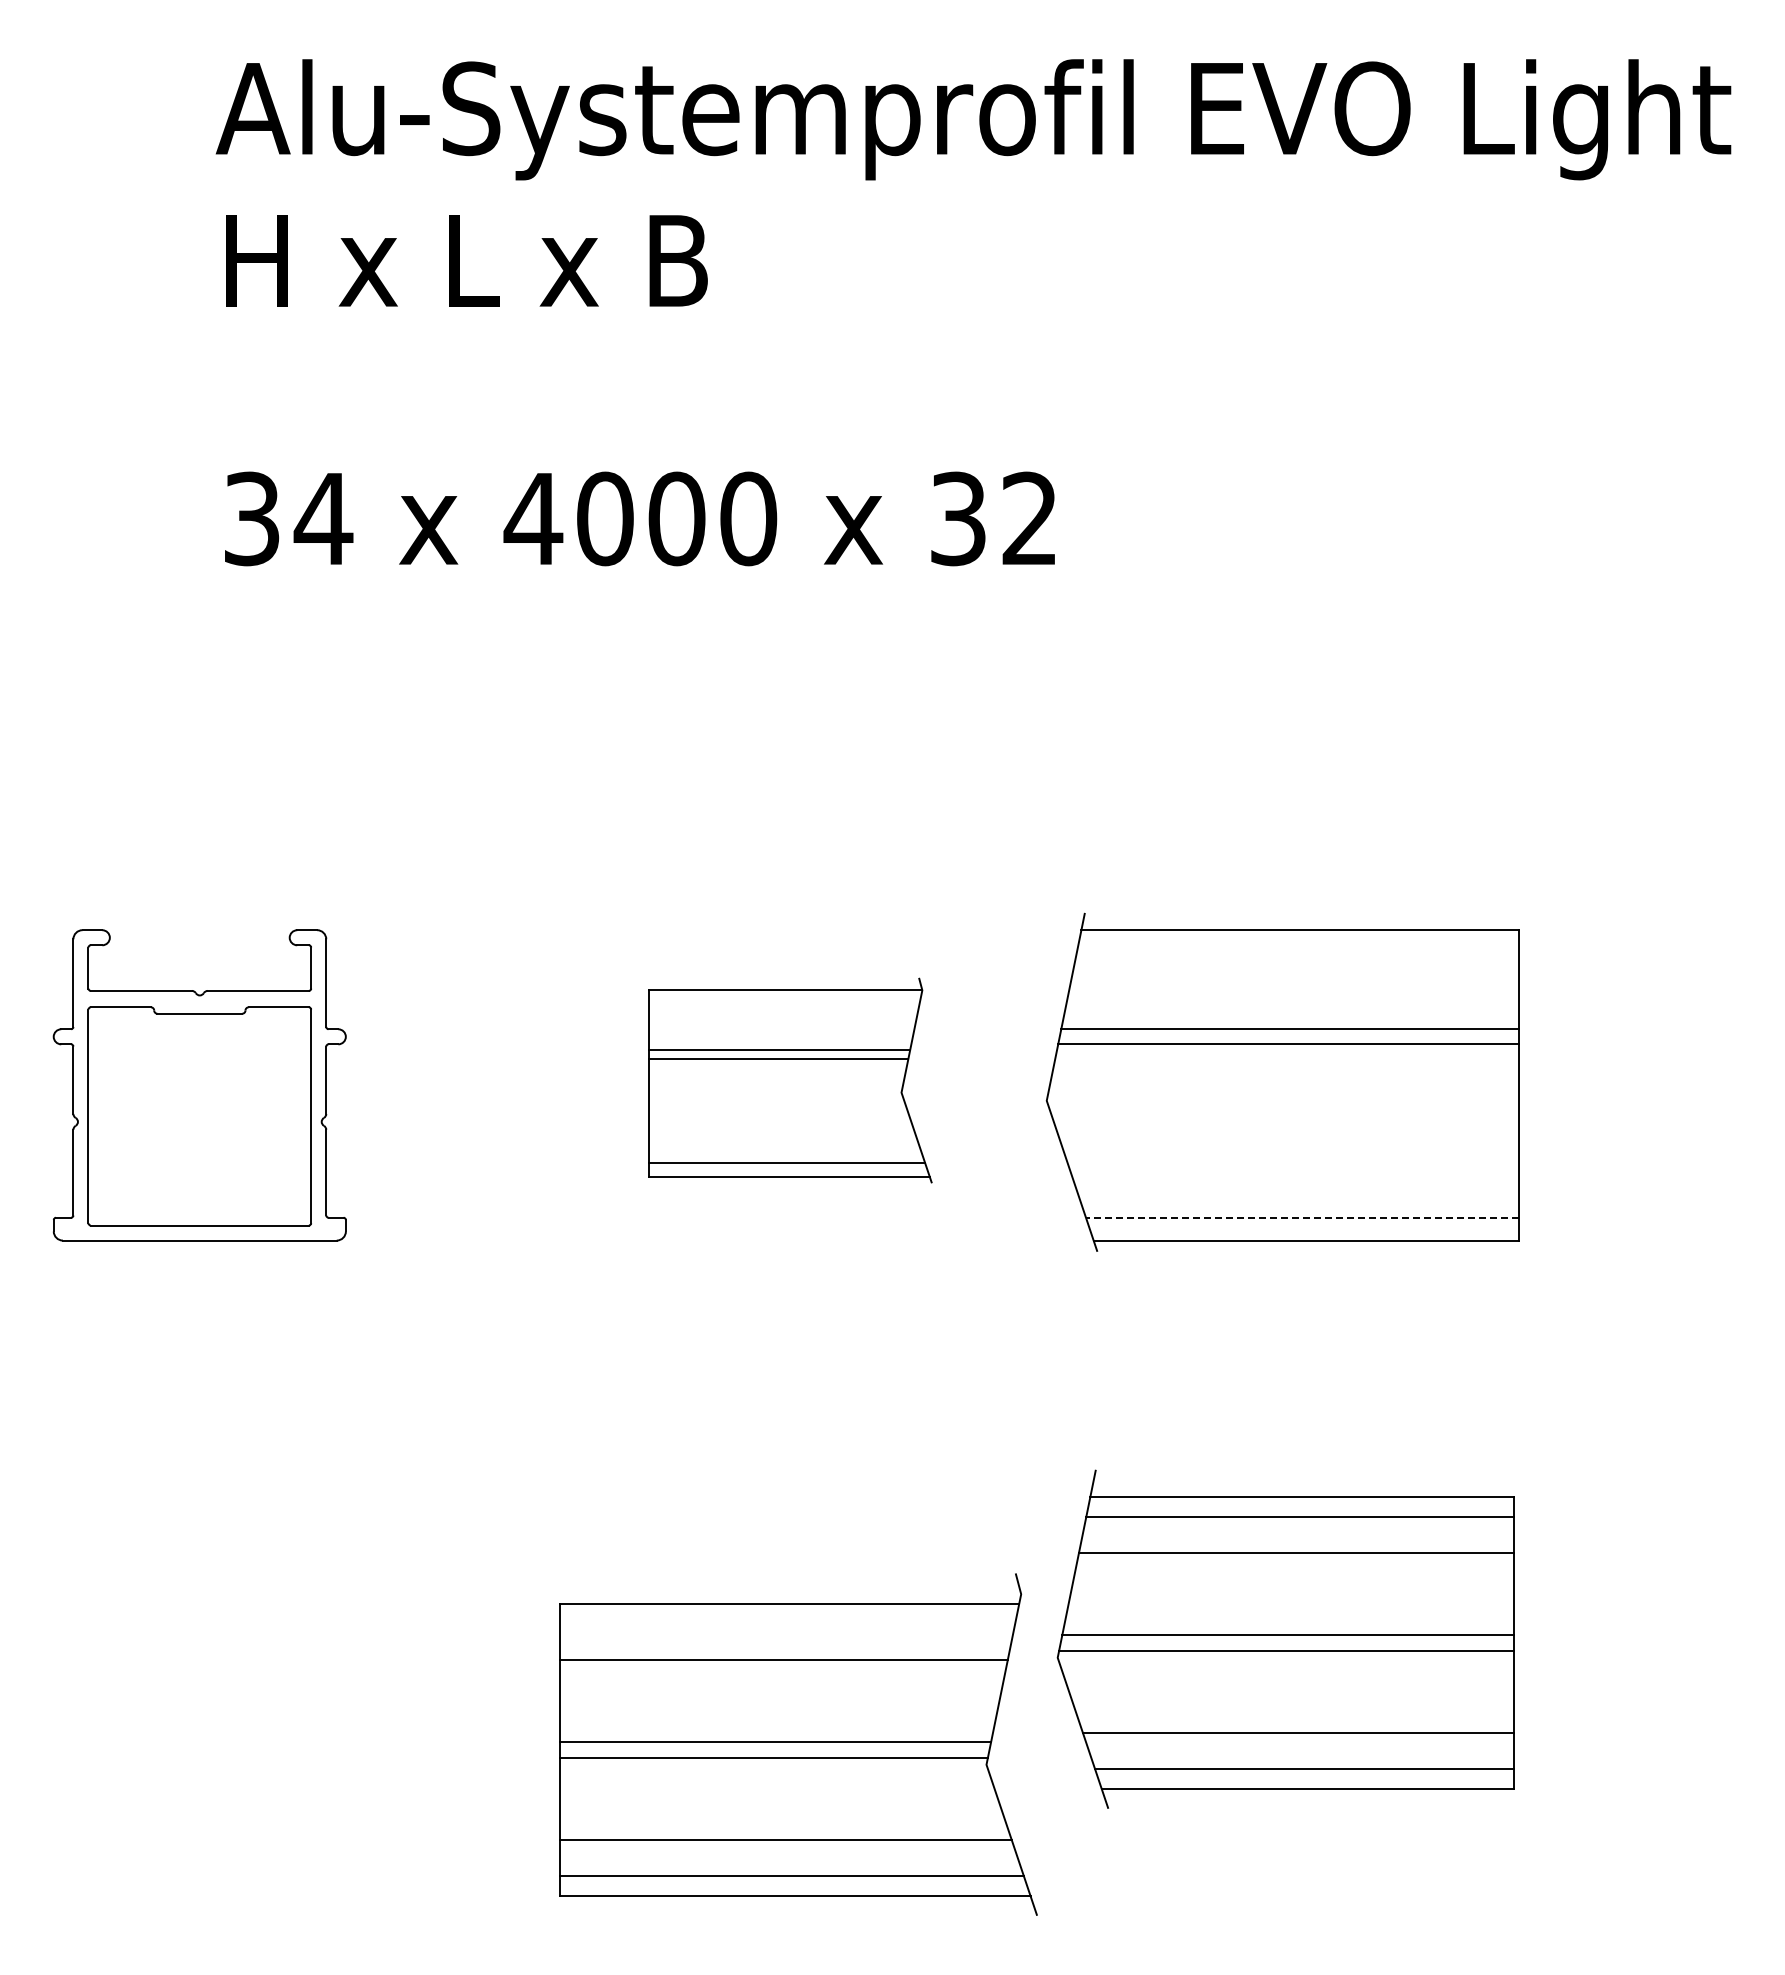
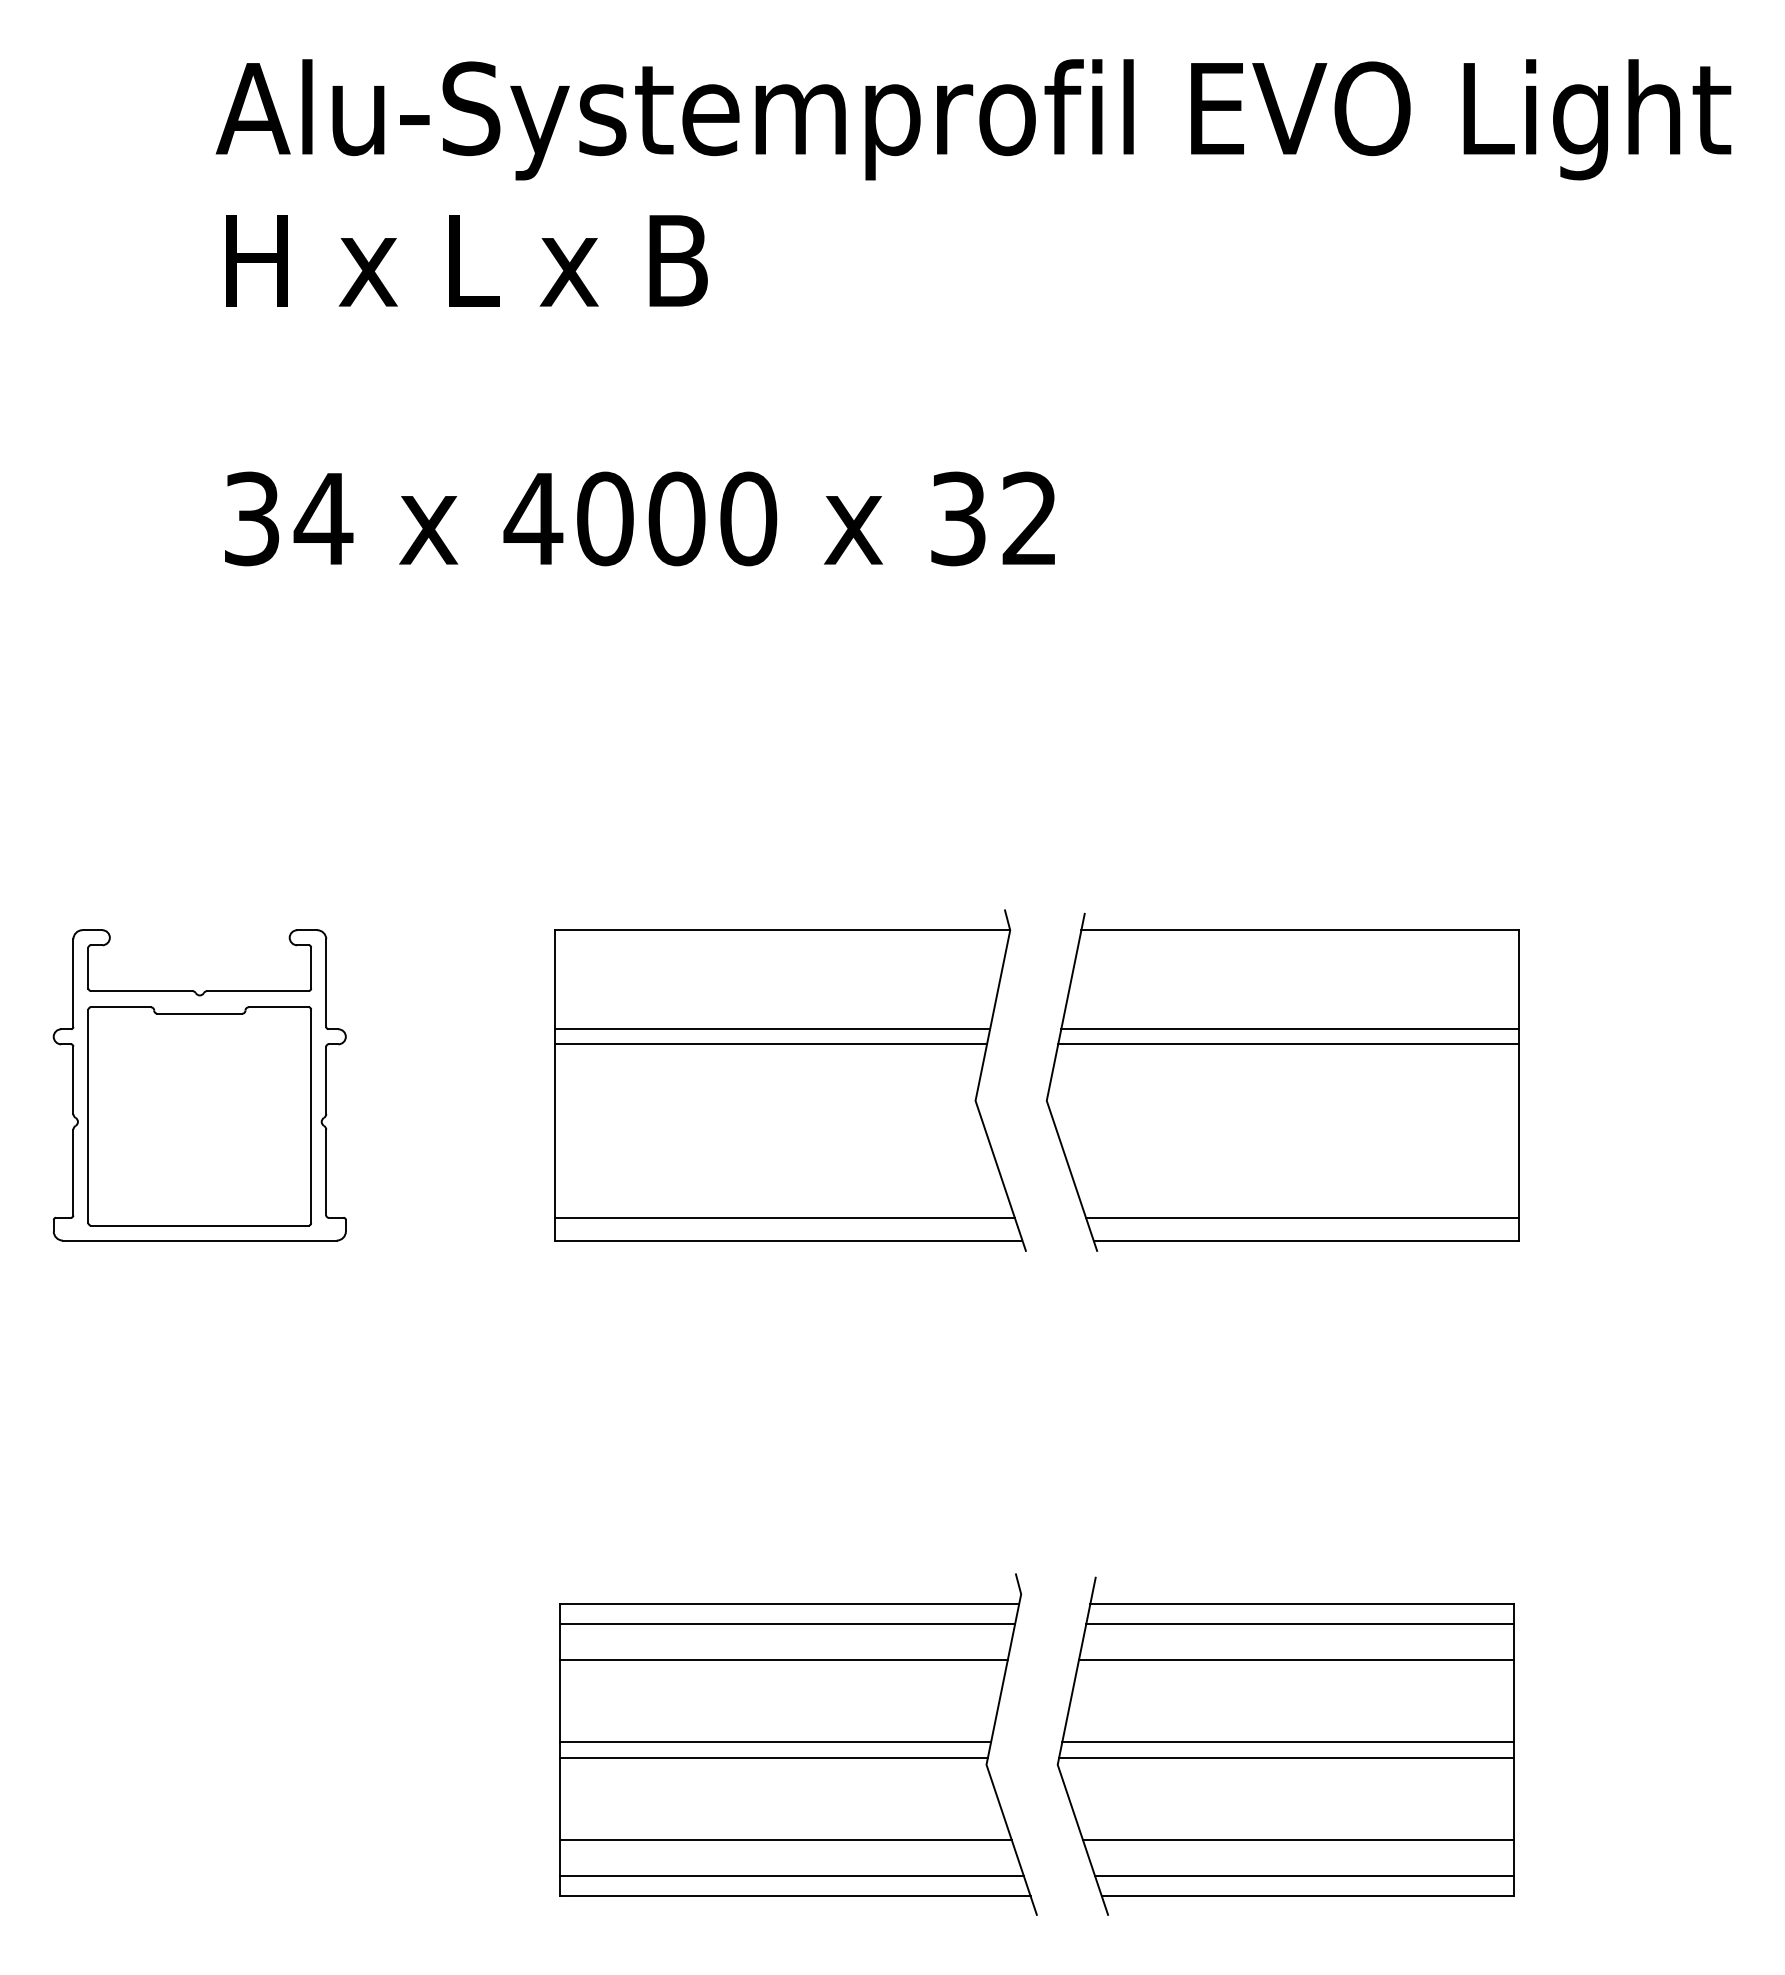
part at (790, 1080) size: 285x207 px -> 473x343 px
line at (1301, 1217): dashed -> solid
line at (787, 1623): none -> present
part at (1285, 1638) position: (1285, 1638) -> (1285, 1745)
